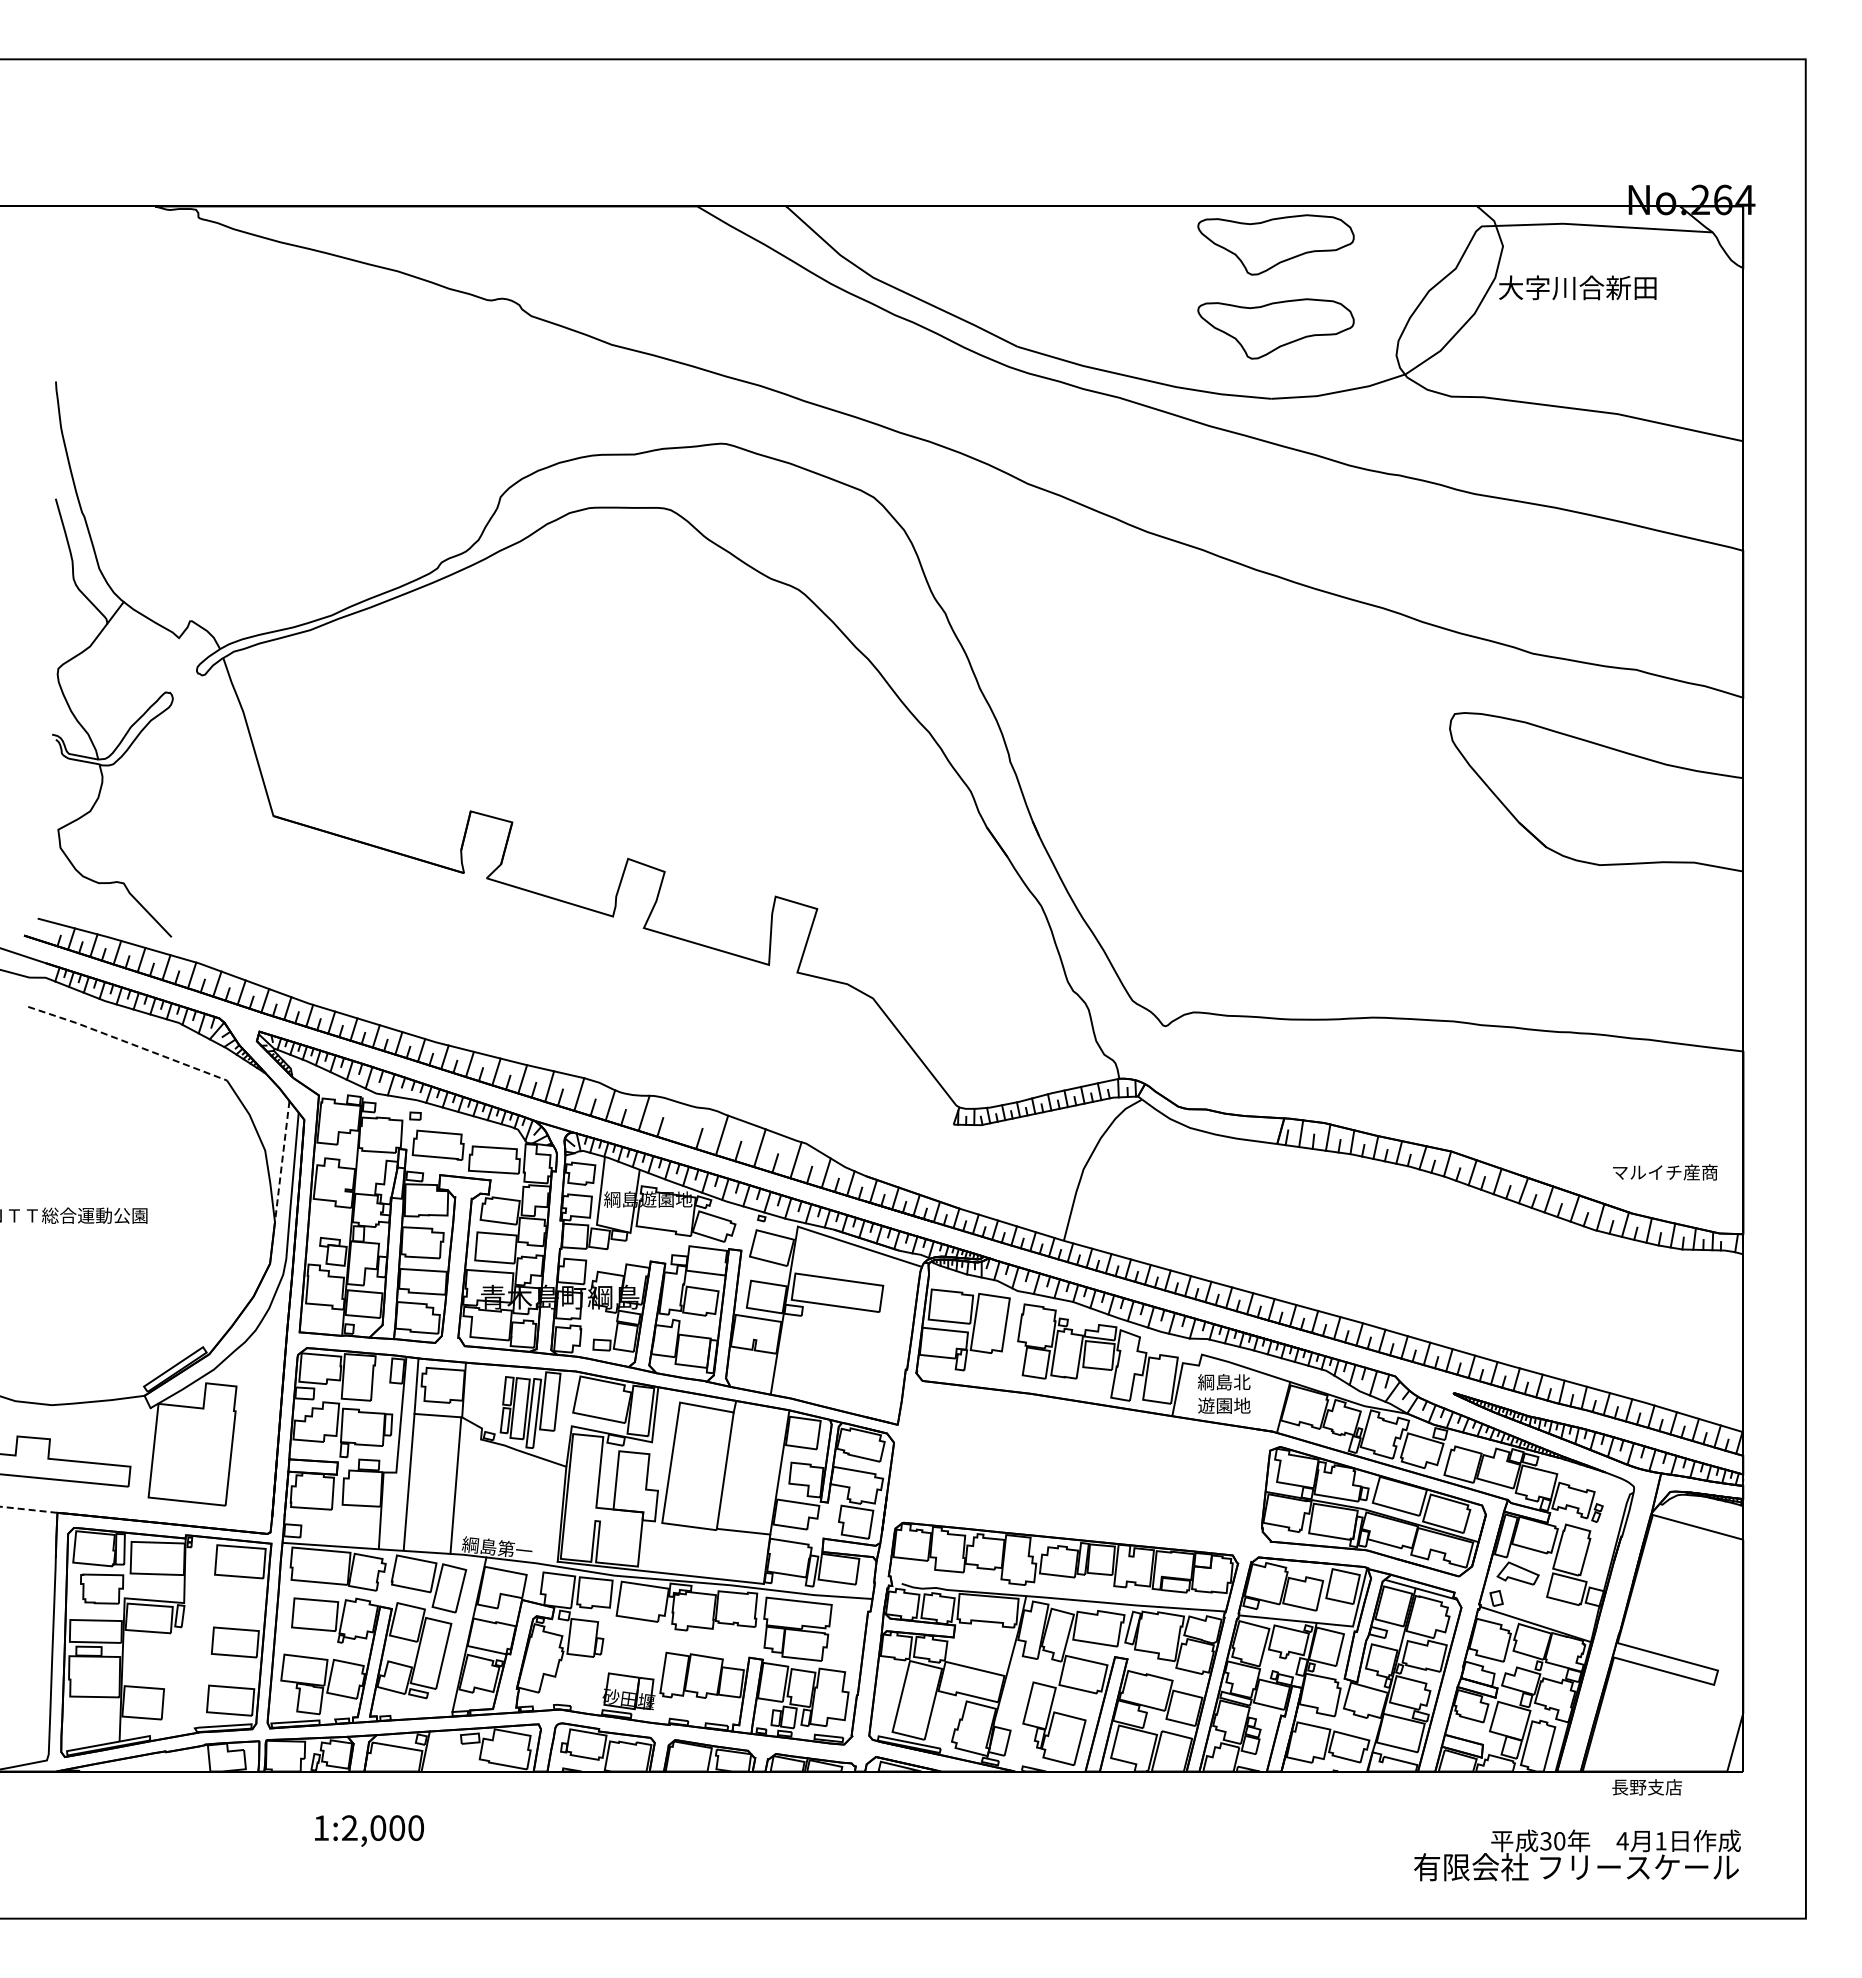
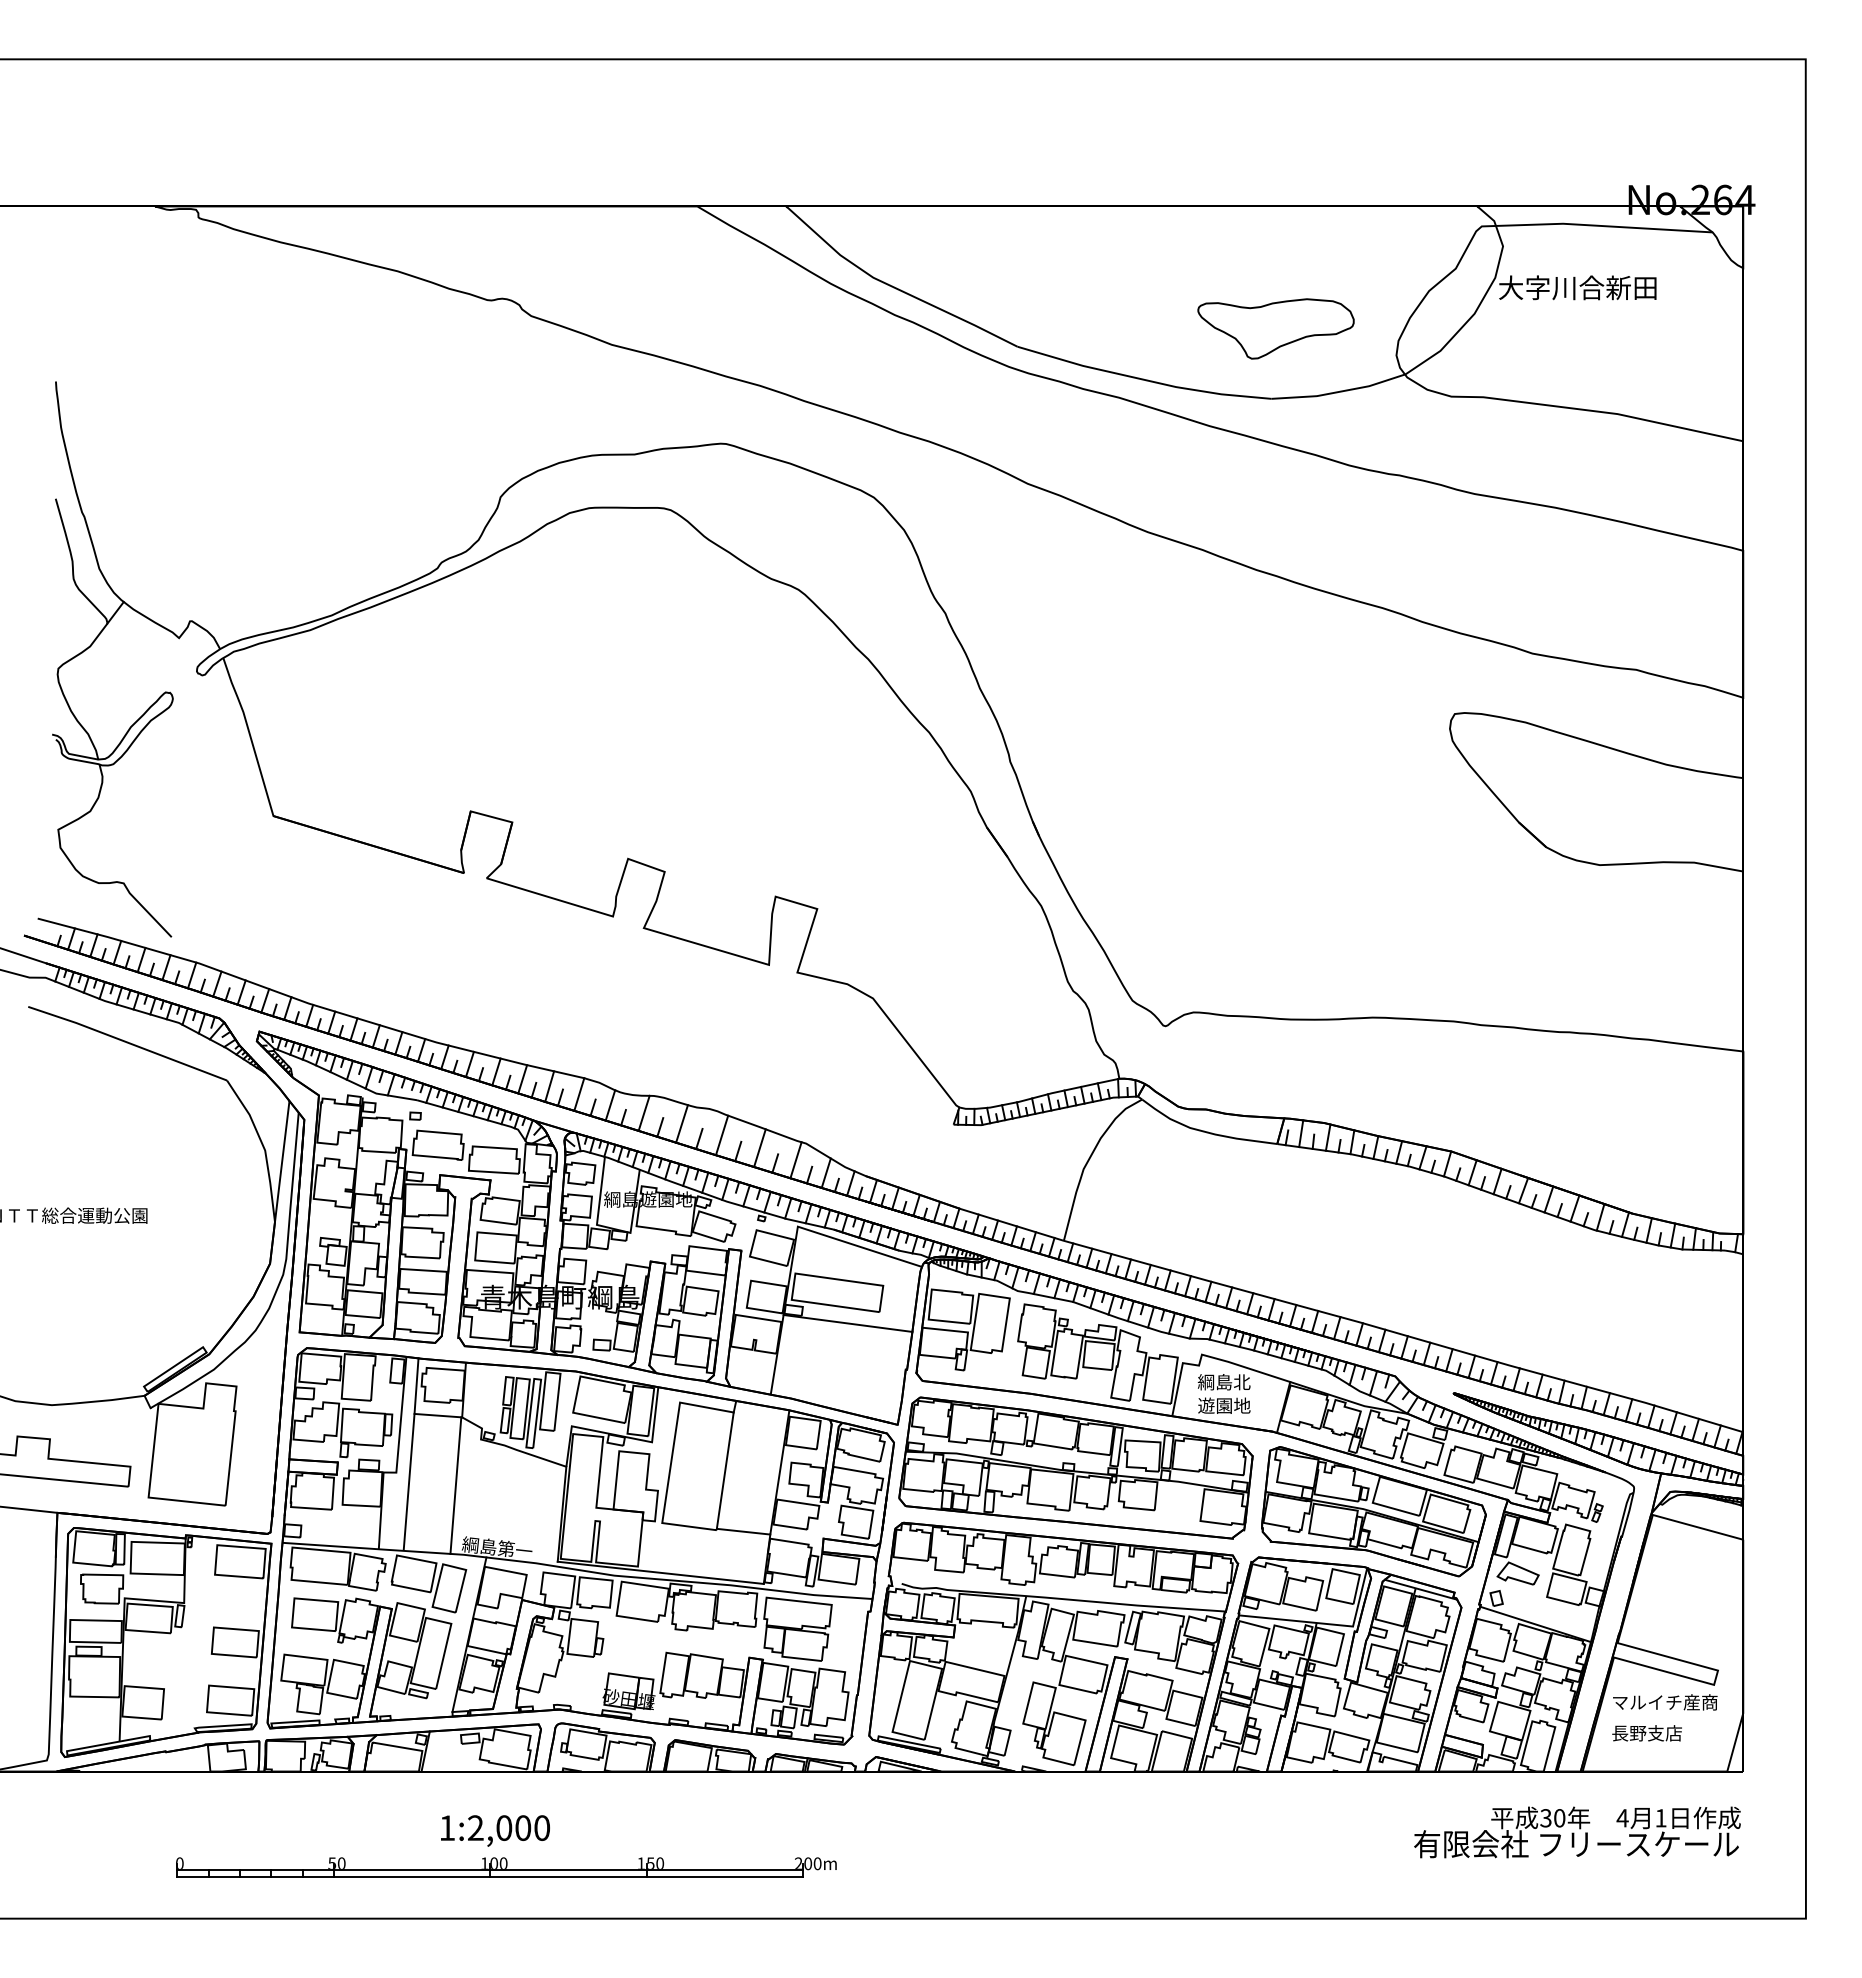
part at (1275, 244): present -> none
line at (127, 1042): dashed -> solid
line at (681, 1123): none -> present
line at (282, 1160): dashed -> solid
text at (1665, 1172) position: (1665, 1172) -> (1665, 1702)
line at (847, 1323): none -> present
part at (1075, 1467): none -> present
line at (28, 1509): dashed -> solid
text at (1646, 1787) position: (1646, 1787) -> (1646, 1733)
text at (369, 1830) position: (369, 1830) -> (495, 1830)
text at (1577, 1855) position: (1577, 1855) -> (1577, 1832)
part at (506, 1867): none -> present
